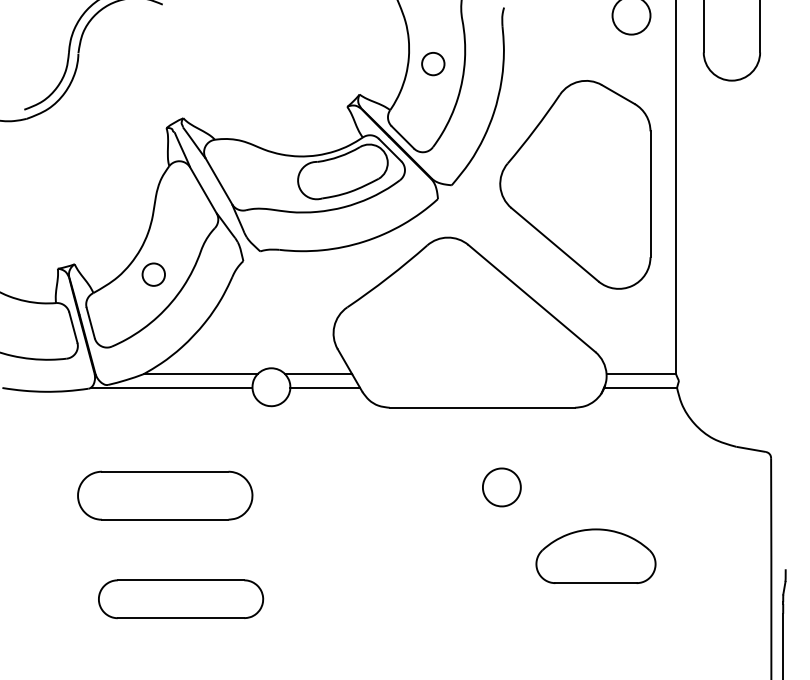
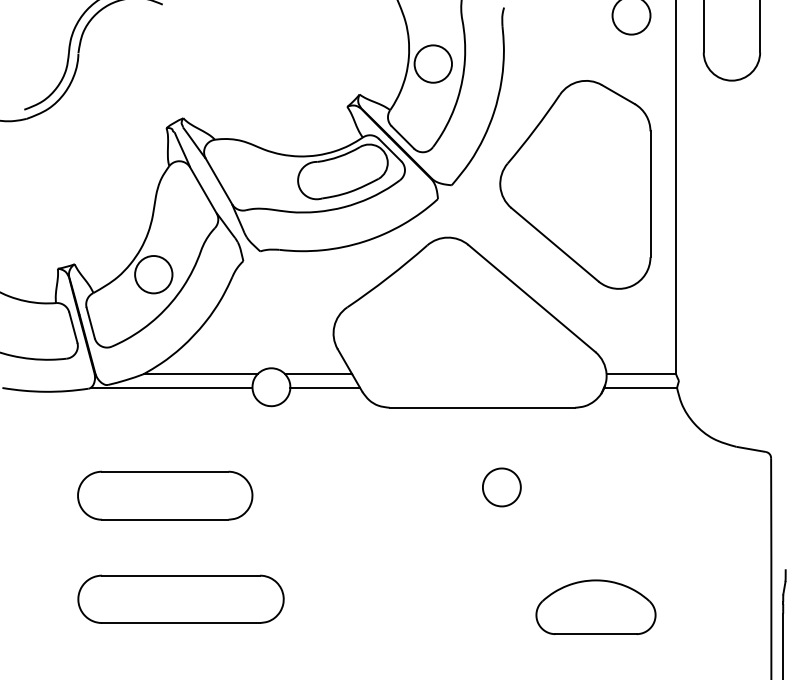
circle at (433, 63) diameter: 22 px -> 37 px
circle at (153, 274) diameter: 22 px -> 37 px
part at (595, 555) position: (595, 555) -> (595, 606)
part at (181, 599) size: 167x41 px -> 208x50 px
